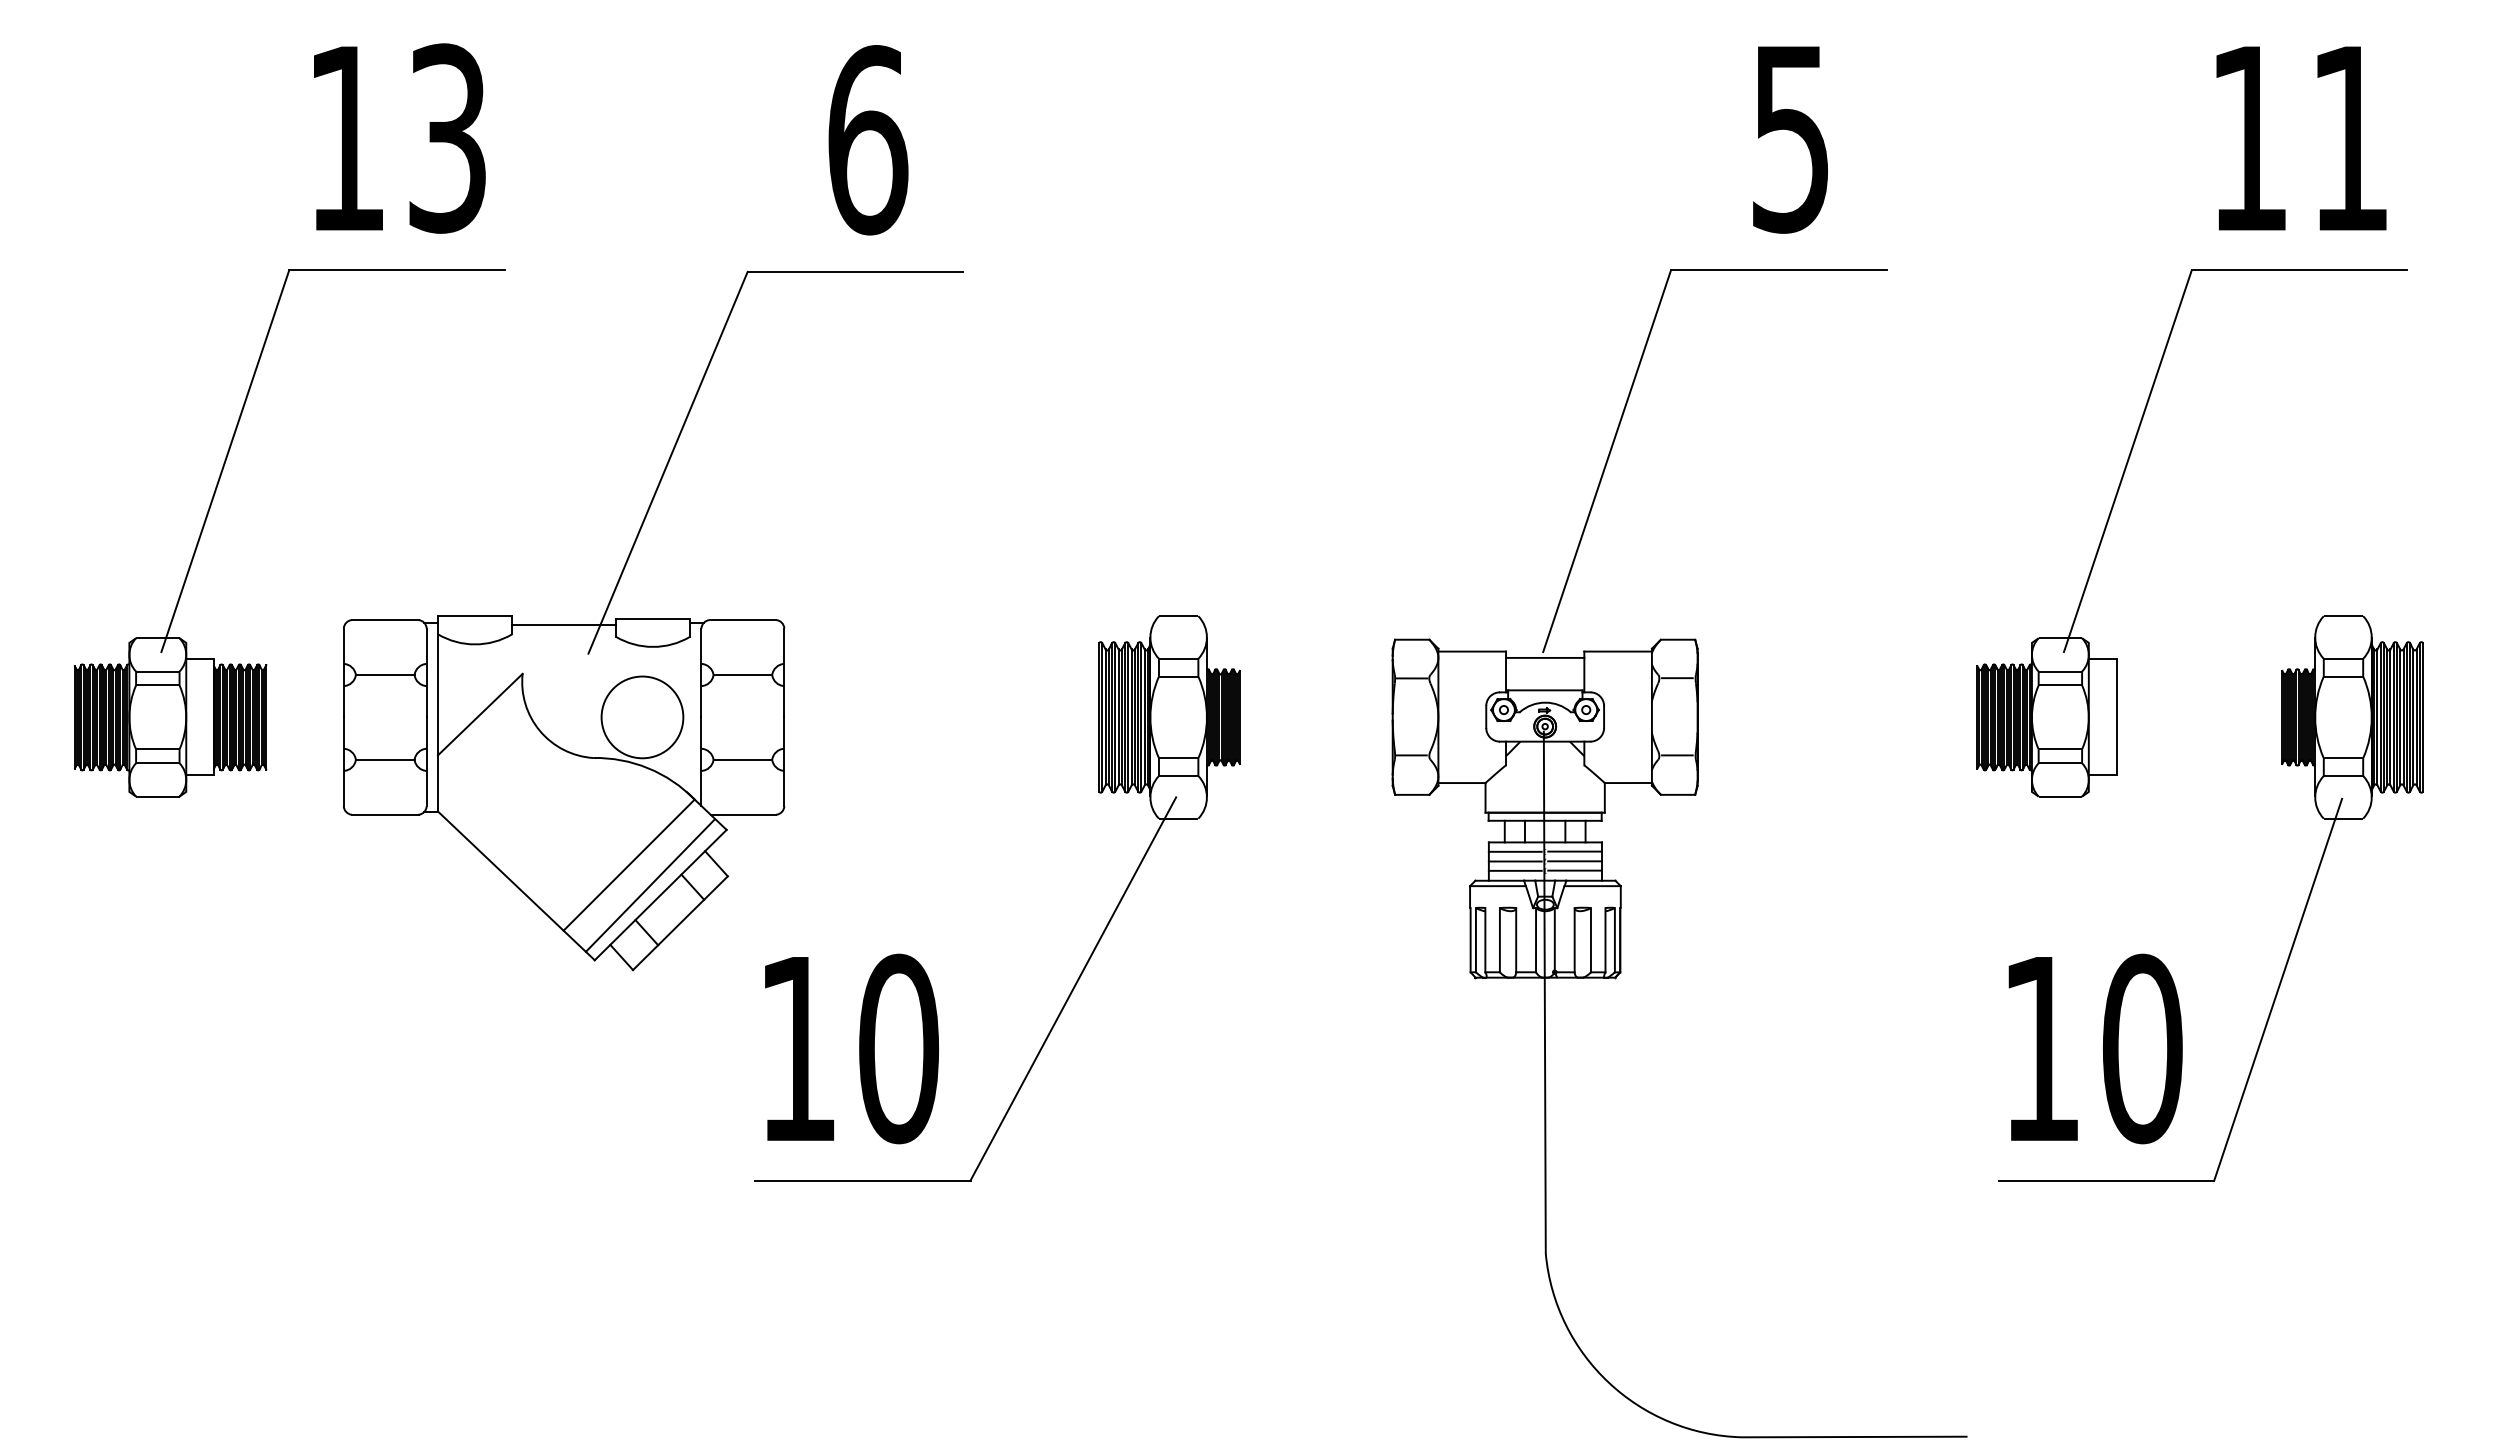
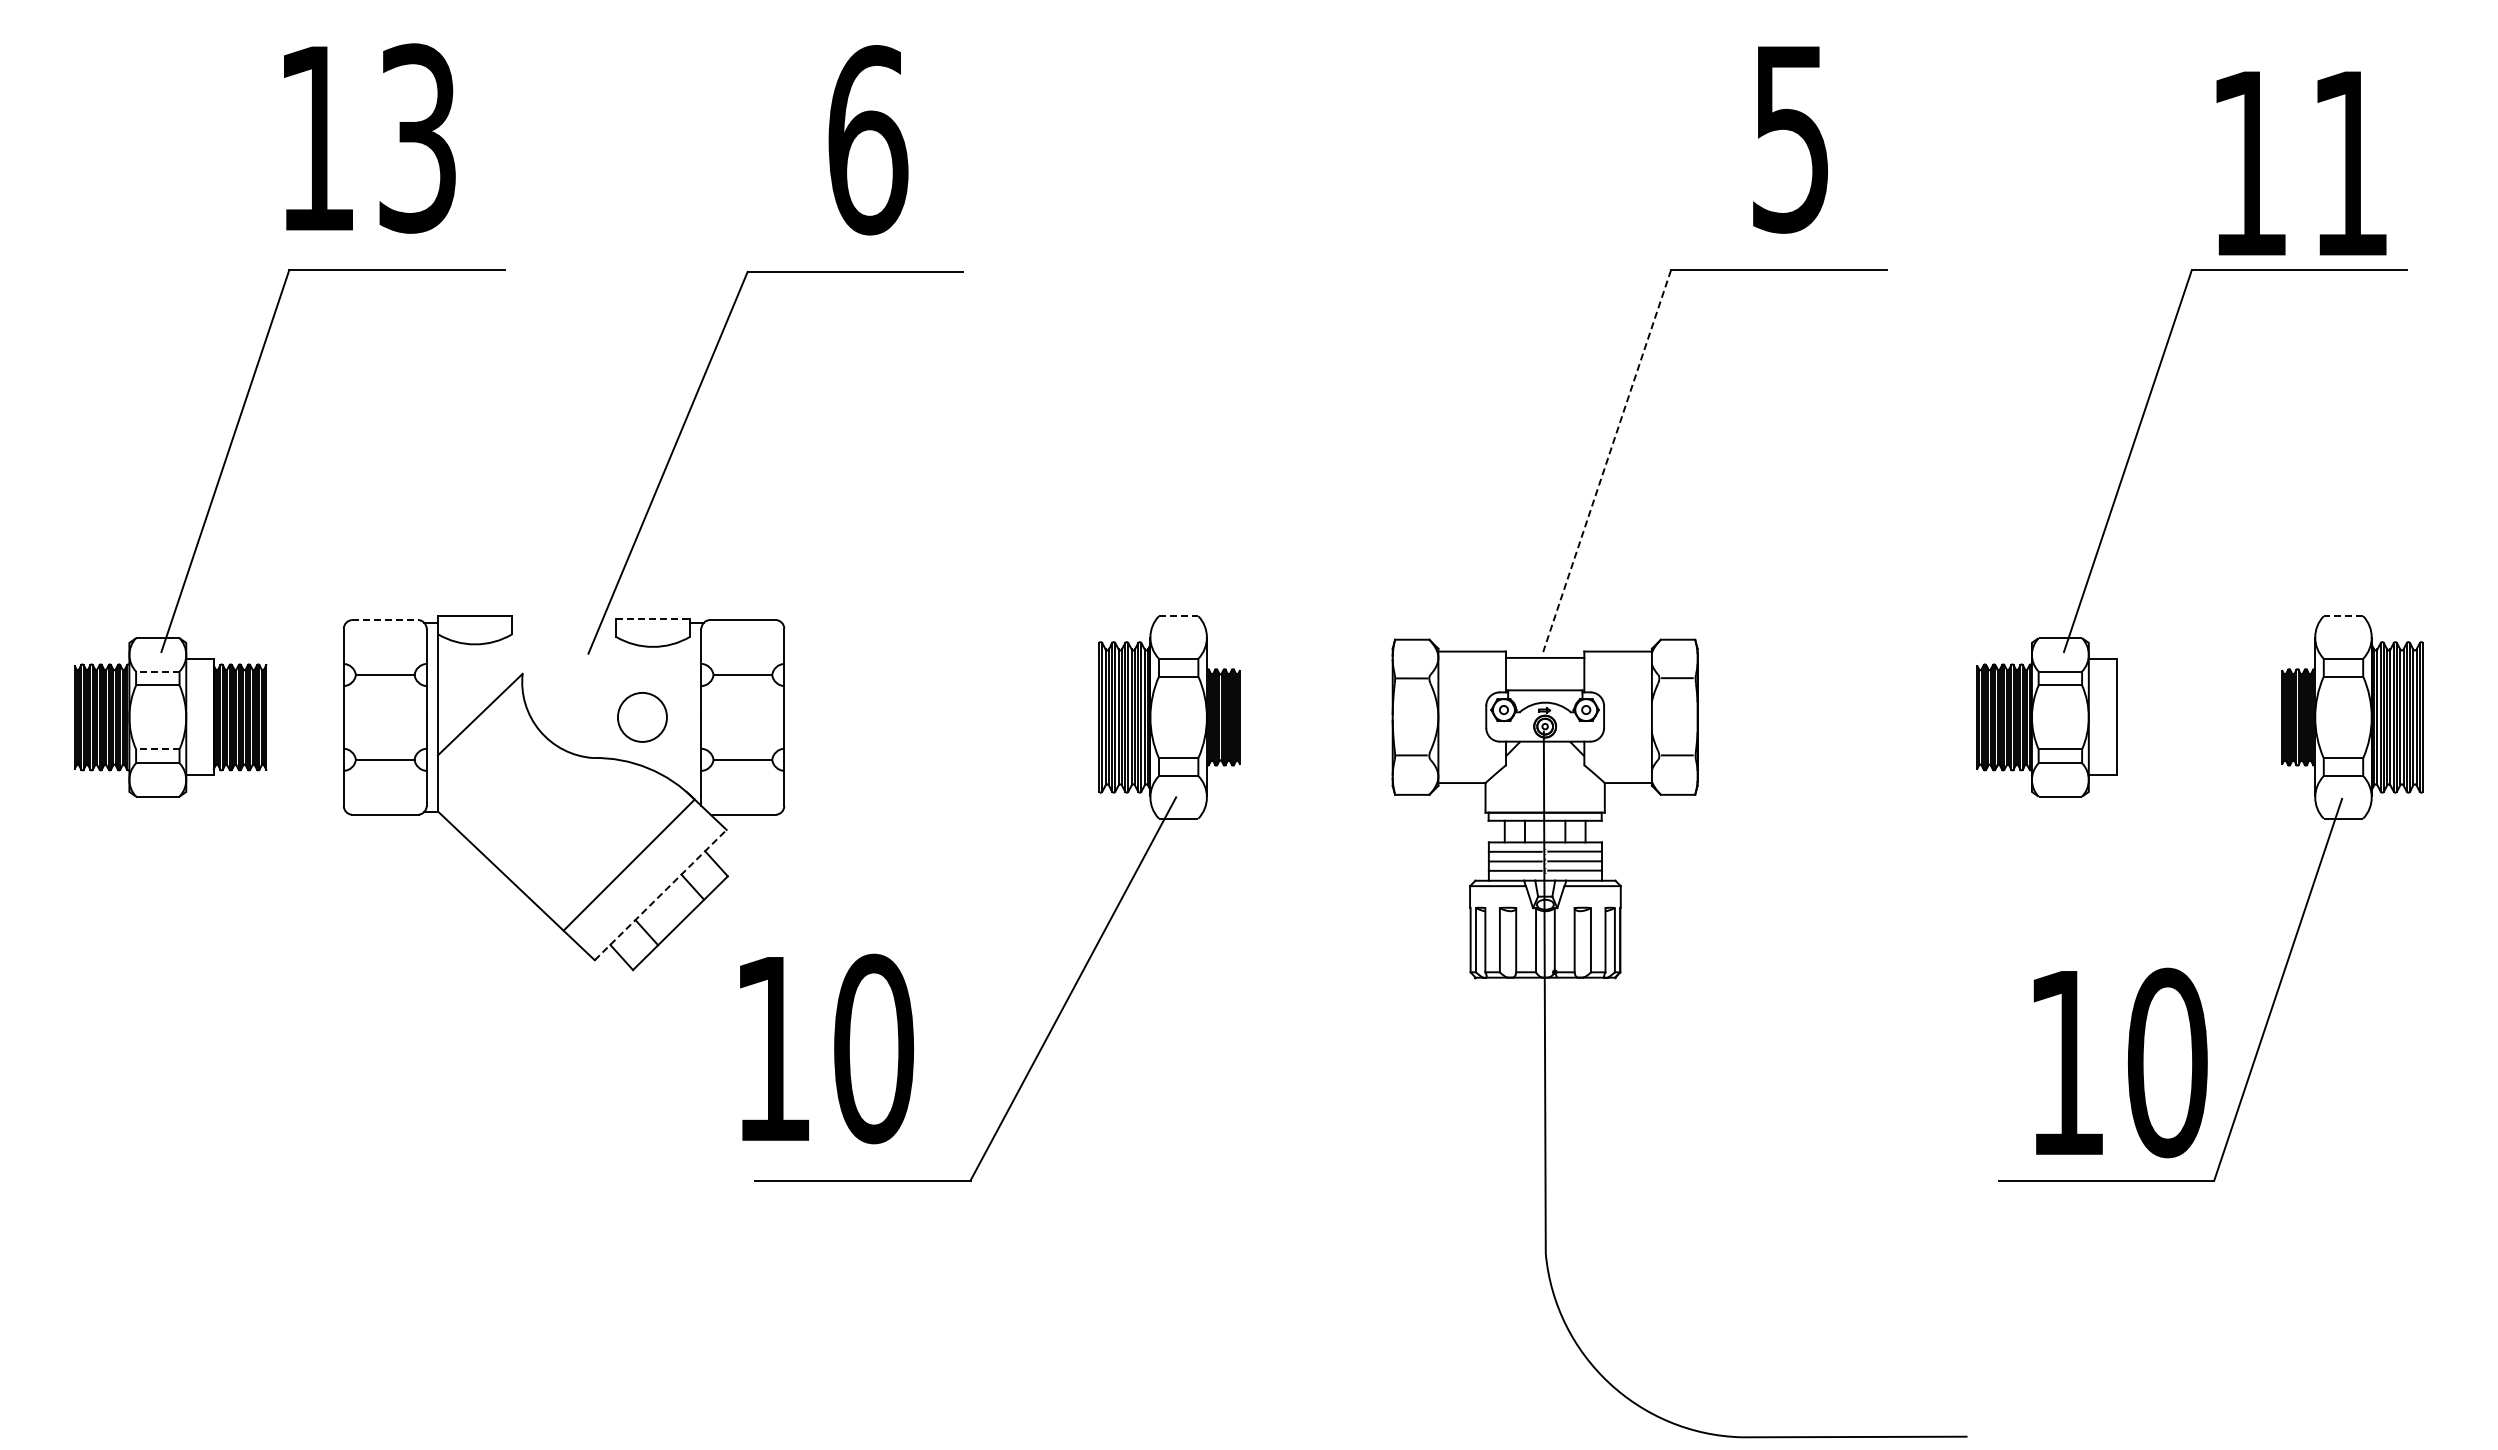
text at (399, 138) position: (399, 138) -> (369, 138)
text at (2301, 138) position: (2301, 138) -> (2301, 163)
line at (1606, 461): solid -> dashed
line at (1178, 616): solid -> dashed
line at (2343, 616): solid -> dashed
line at (653, 618): solid -> dashed
line at (385, 620): solid -> dashed
line at (563, 625): present -> none
line at (157, 671): solid -> dashed
circle at (642, 717) diameter: 82 px -> 49 px
line at (157, 749): solid -> dashed
line at (649, 885): present -> none
line at (660, 895): solid -> dashed
text at (851, 1048) position: (851, 1048) -> (826, 1048)
text at (2095, 1048) position: (2095, 1048) -> (2120, 1062)
